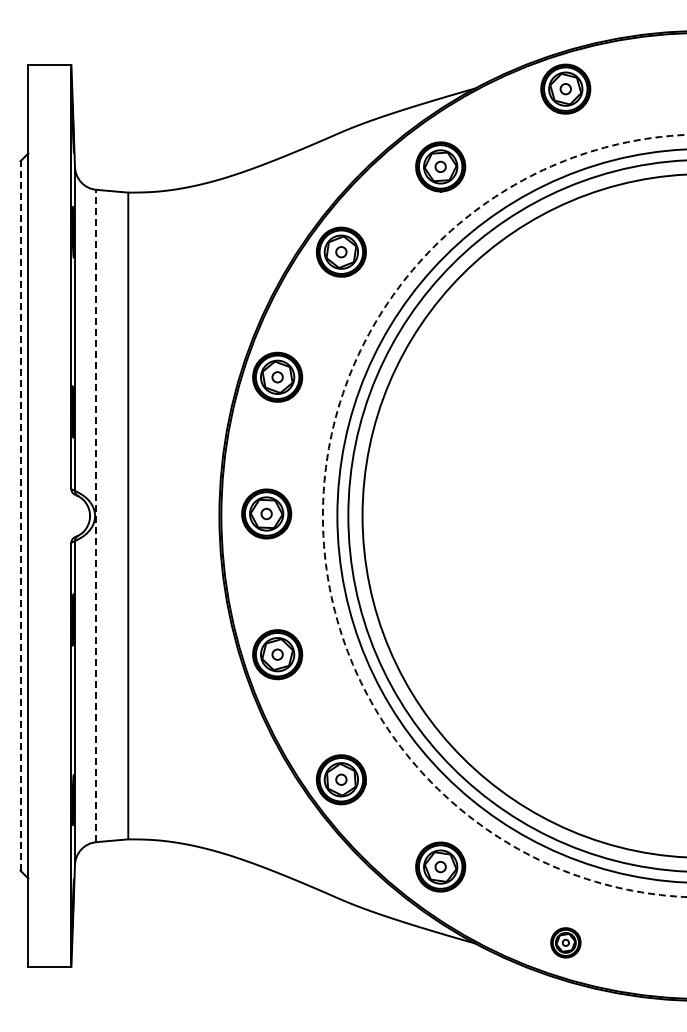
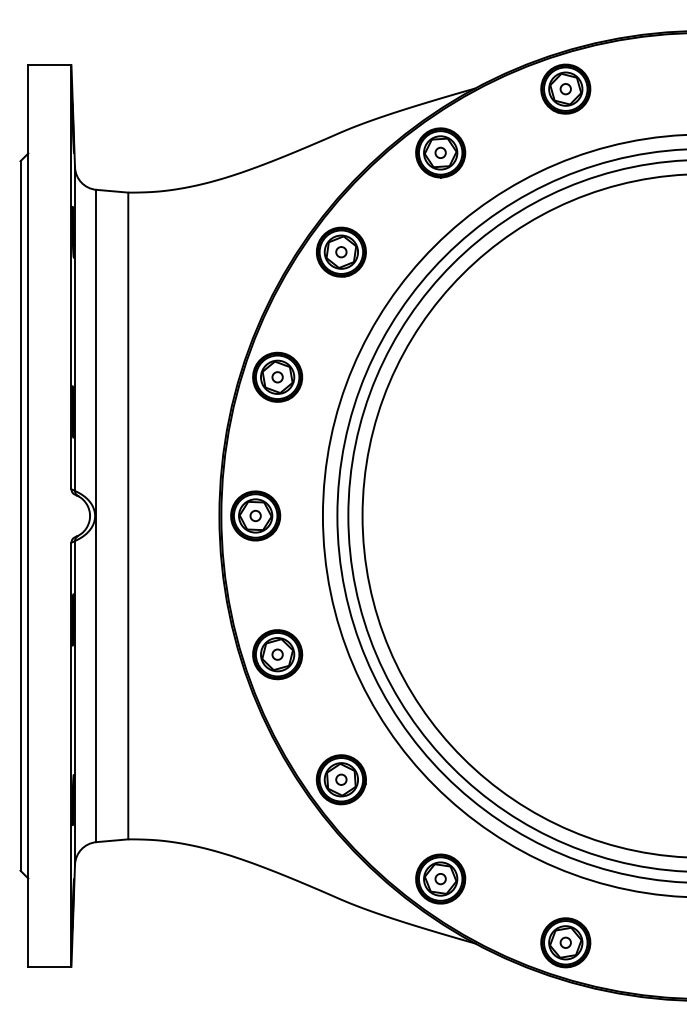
part at (440, 166) position: (440, 166) -> (440, 152)
part at (266, 513) position: (266, 513) -> (255, 515)
line at (20, 515): dashed -> solid
line at (96, 515): dashed -> solid
circle at (504, 515): dashed -> solid
part at (440, 866) position: (440, 866) -> (440, 878)
part at (565, 942) size: 32x32 px -> 52x52 px
